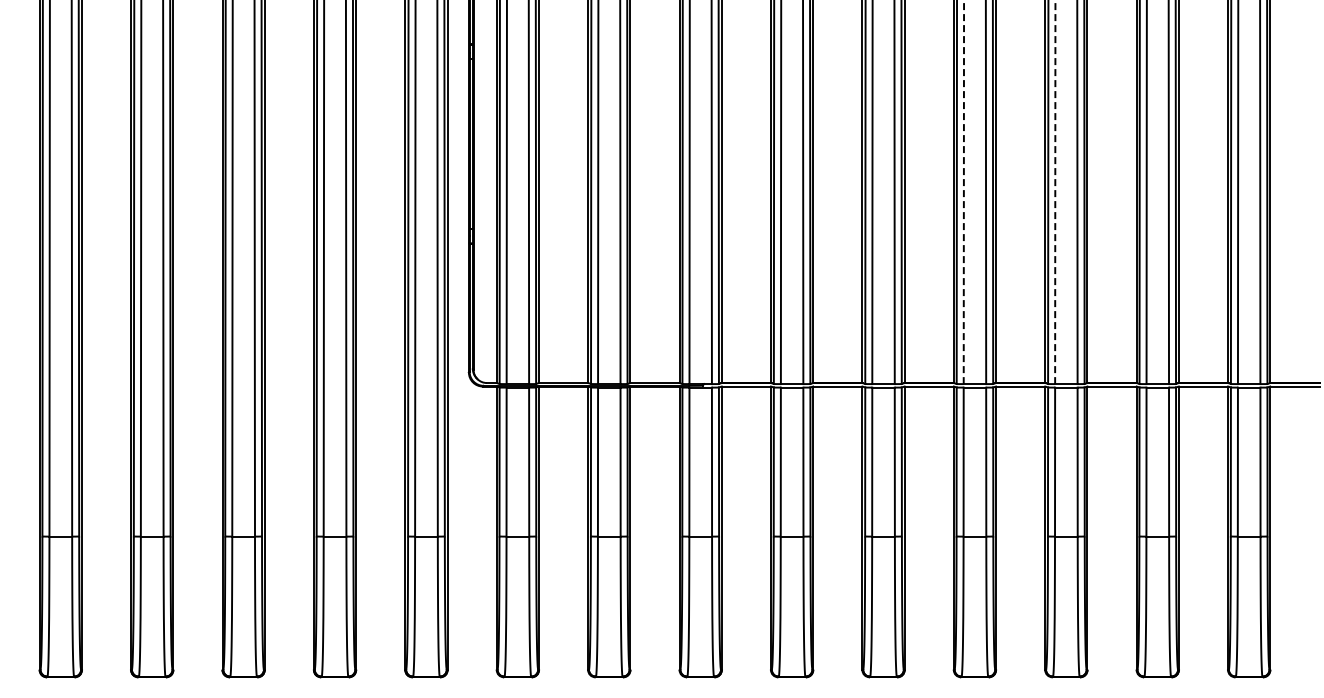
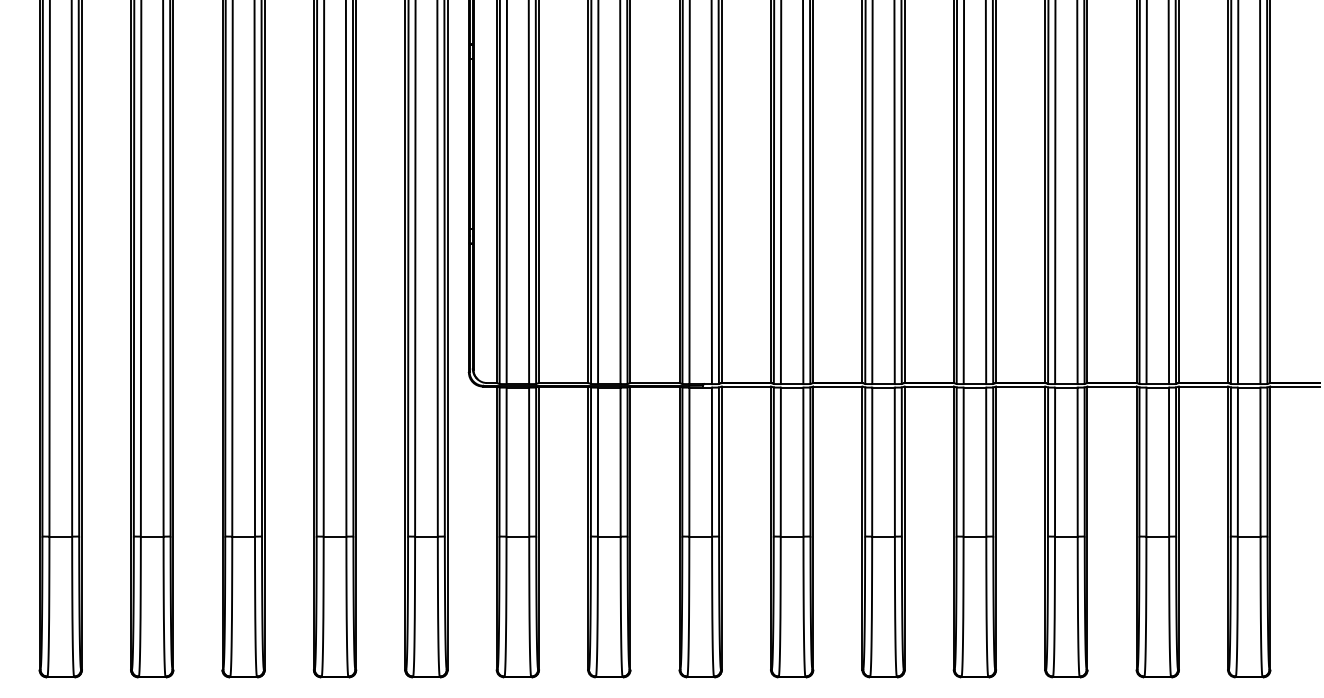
line at (963, 192): dashed -> solid
line at (1055, 192): dashed -> solid
